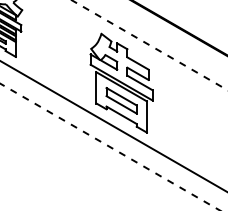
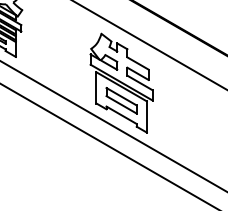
line at (149, 45): dashed -> solid
line at (109, 146): dashed -> solid
